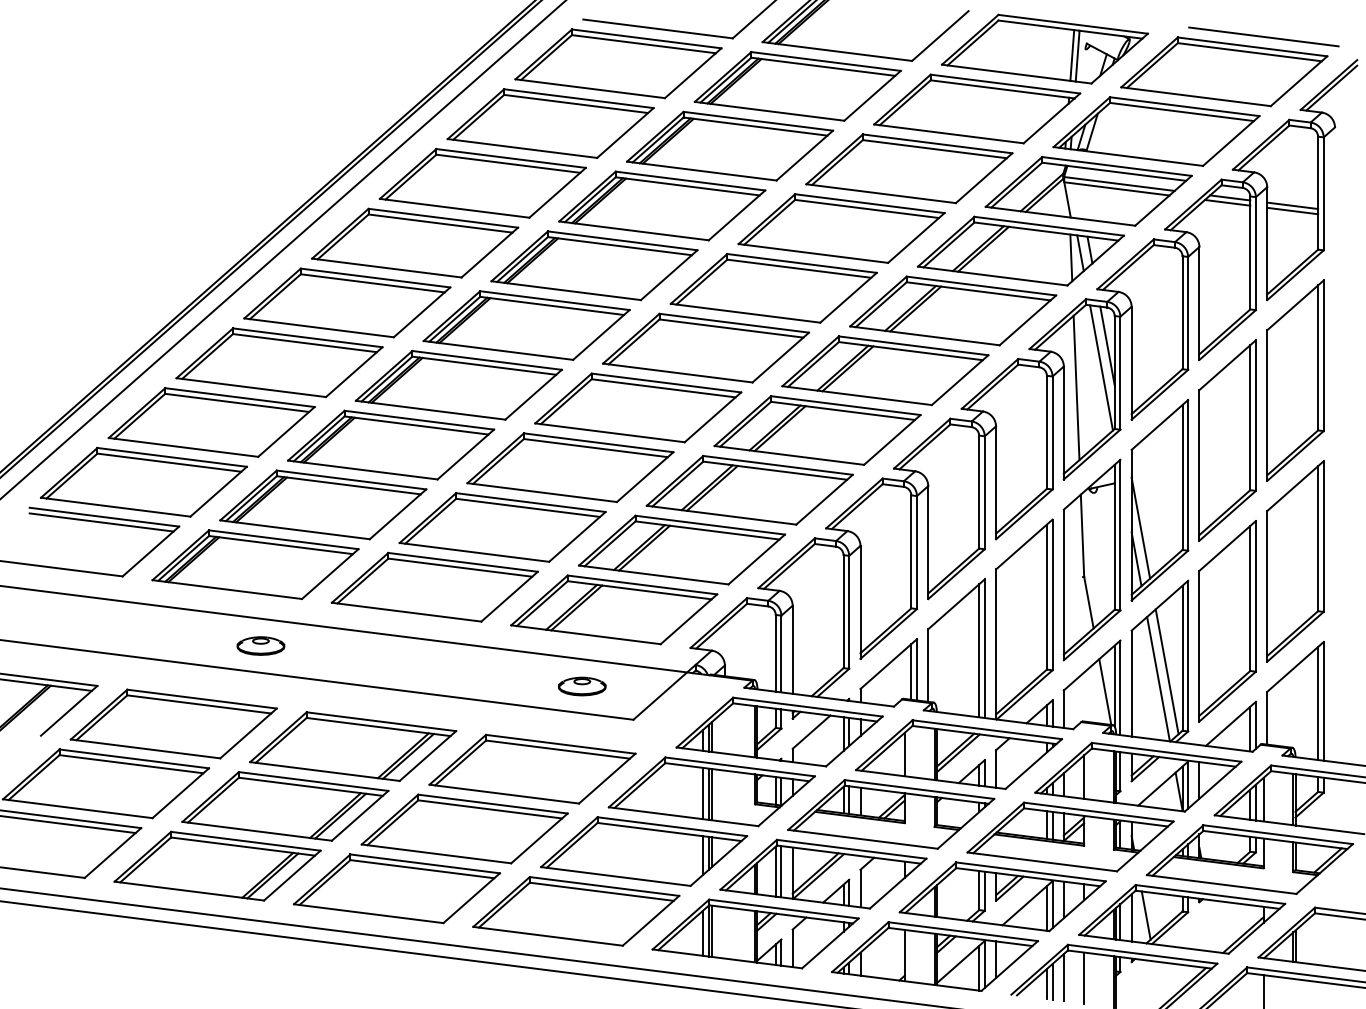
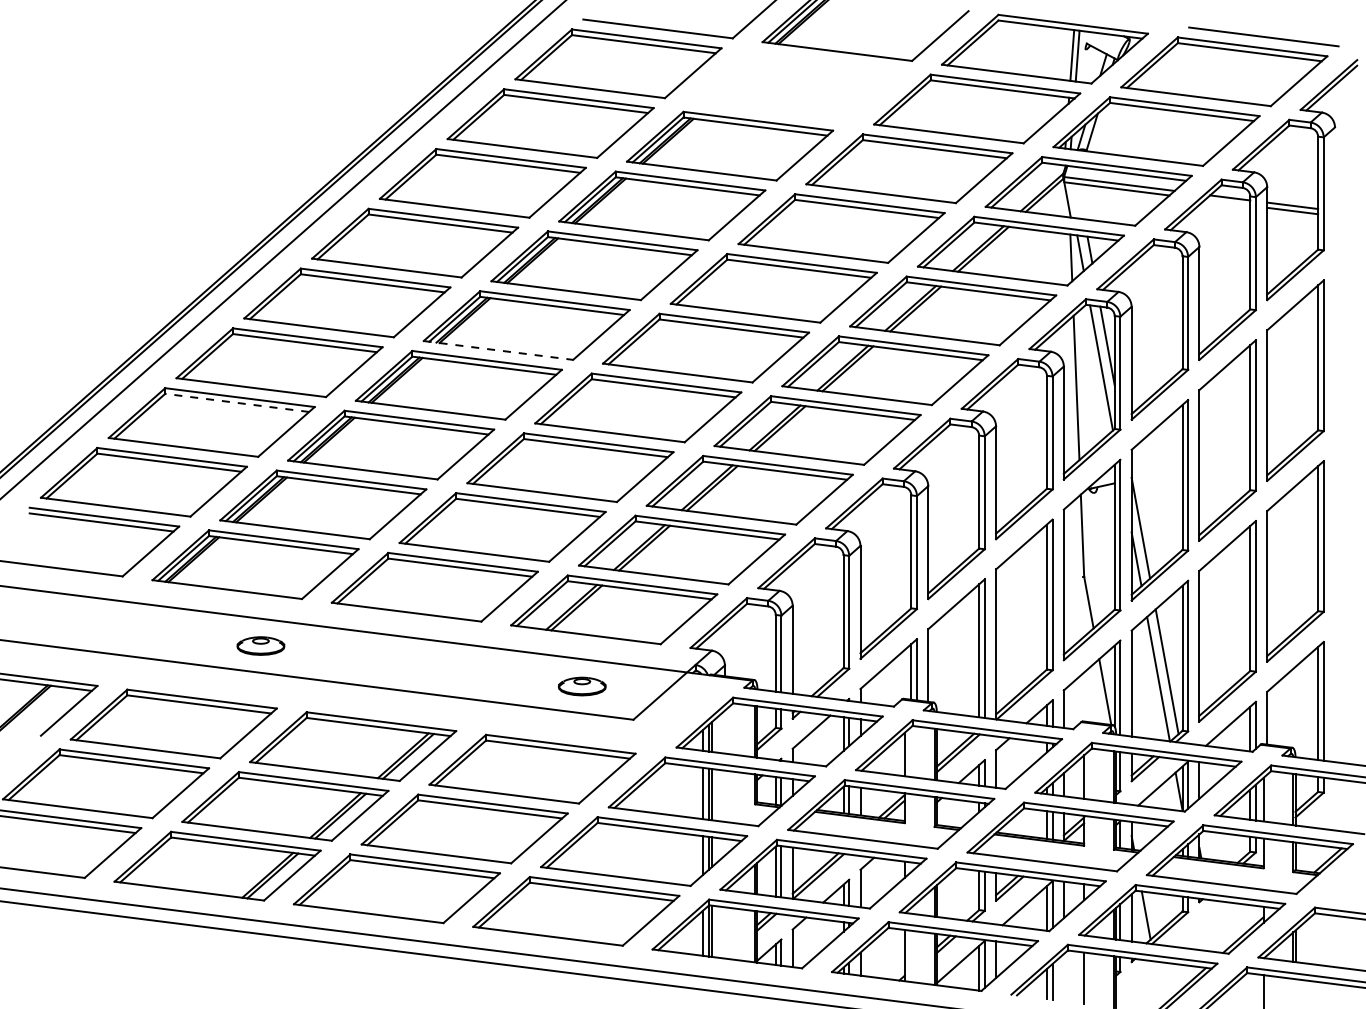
part at (797, 86): present -> none
line at (1227, 202): present -> none
line at (498, 350): solid -> dashed
line at (236, 402): solid -> dashed
line at (1063, 977): present -> none
